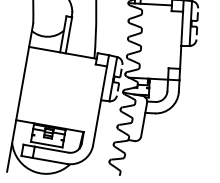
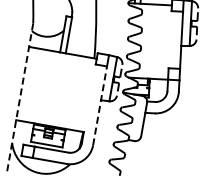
line at (20, 98): solid -> dashed
line at (100, 105): solid -> dashed
